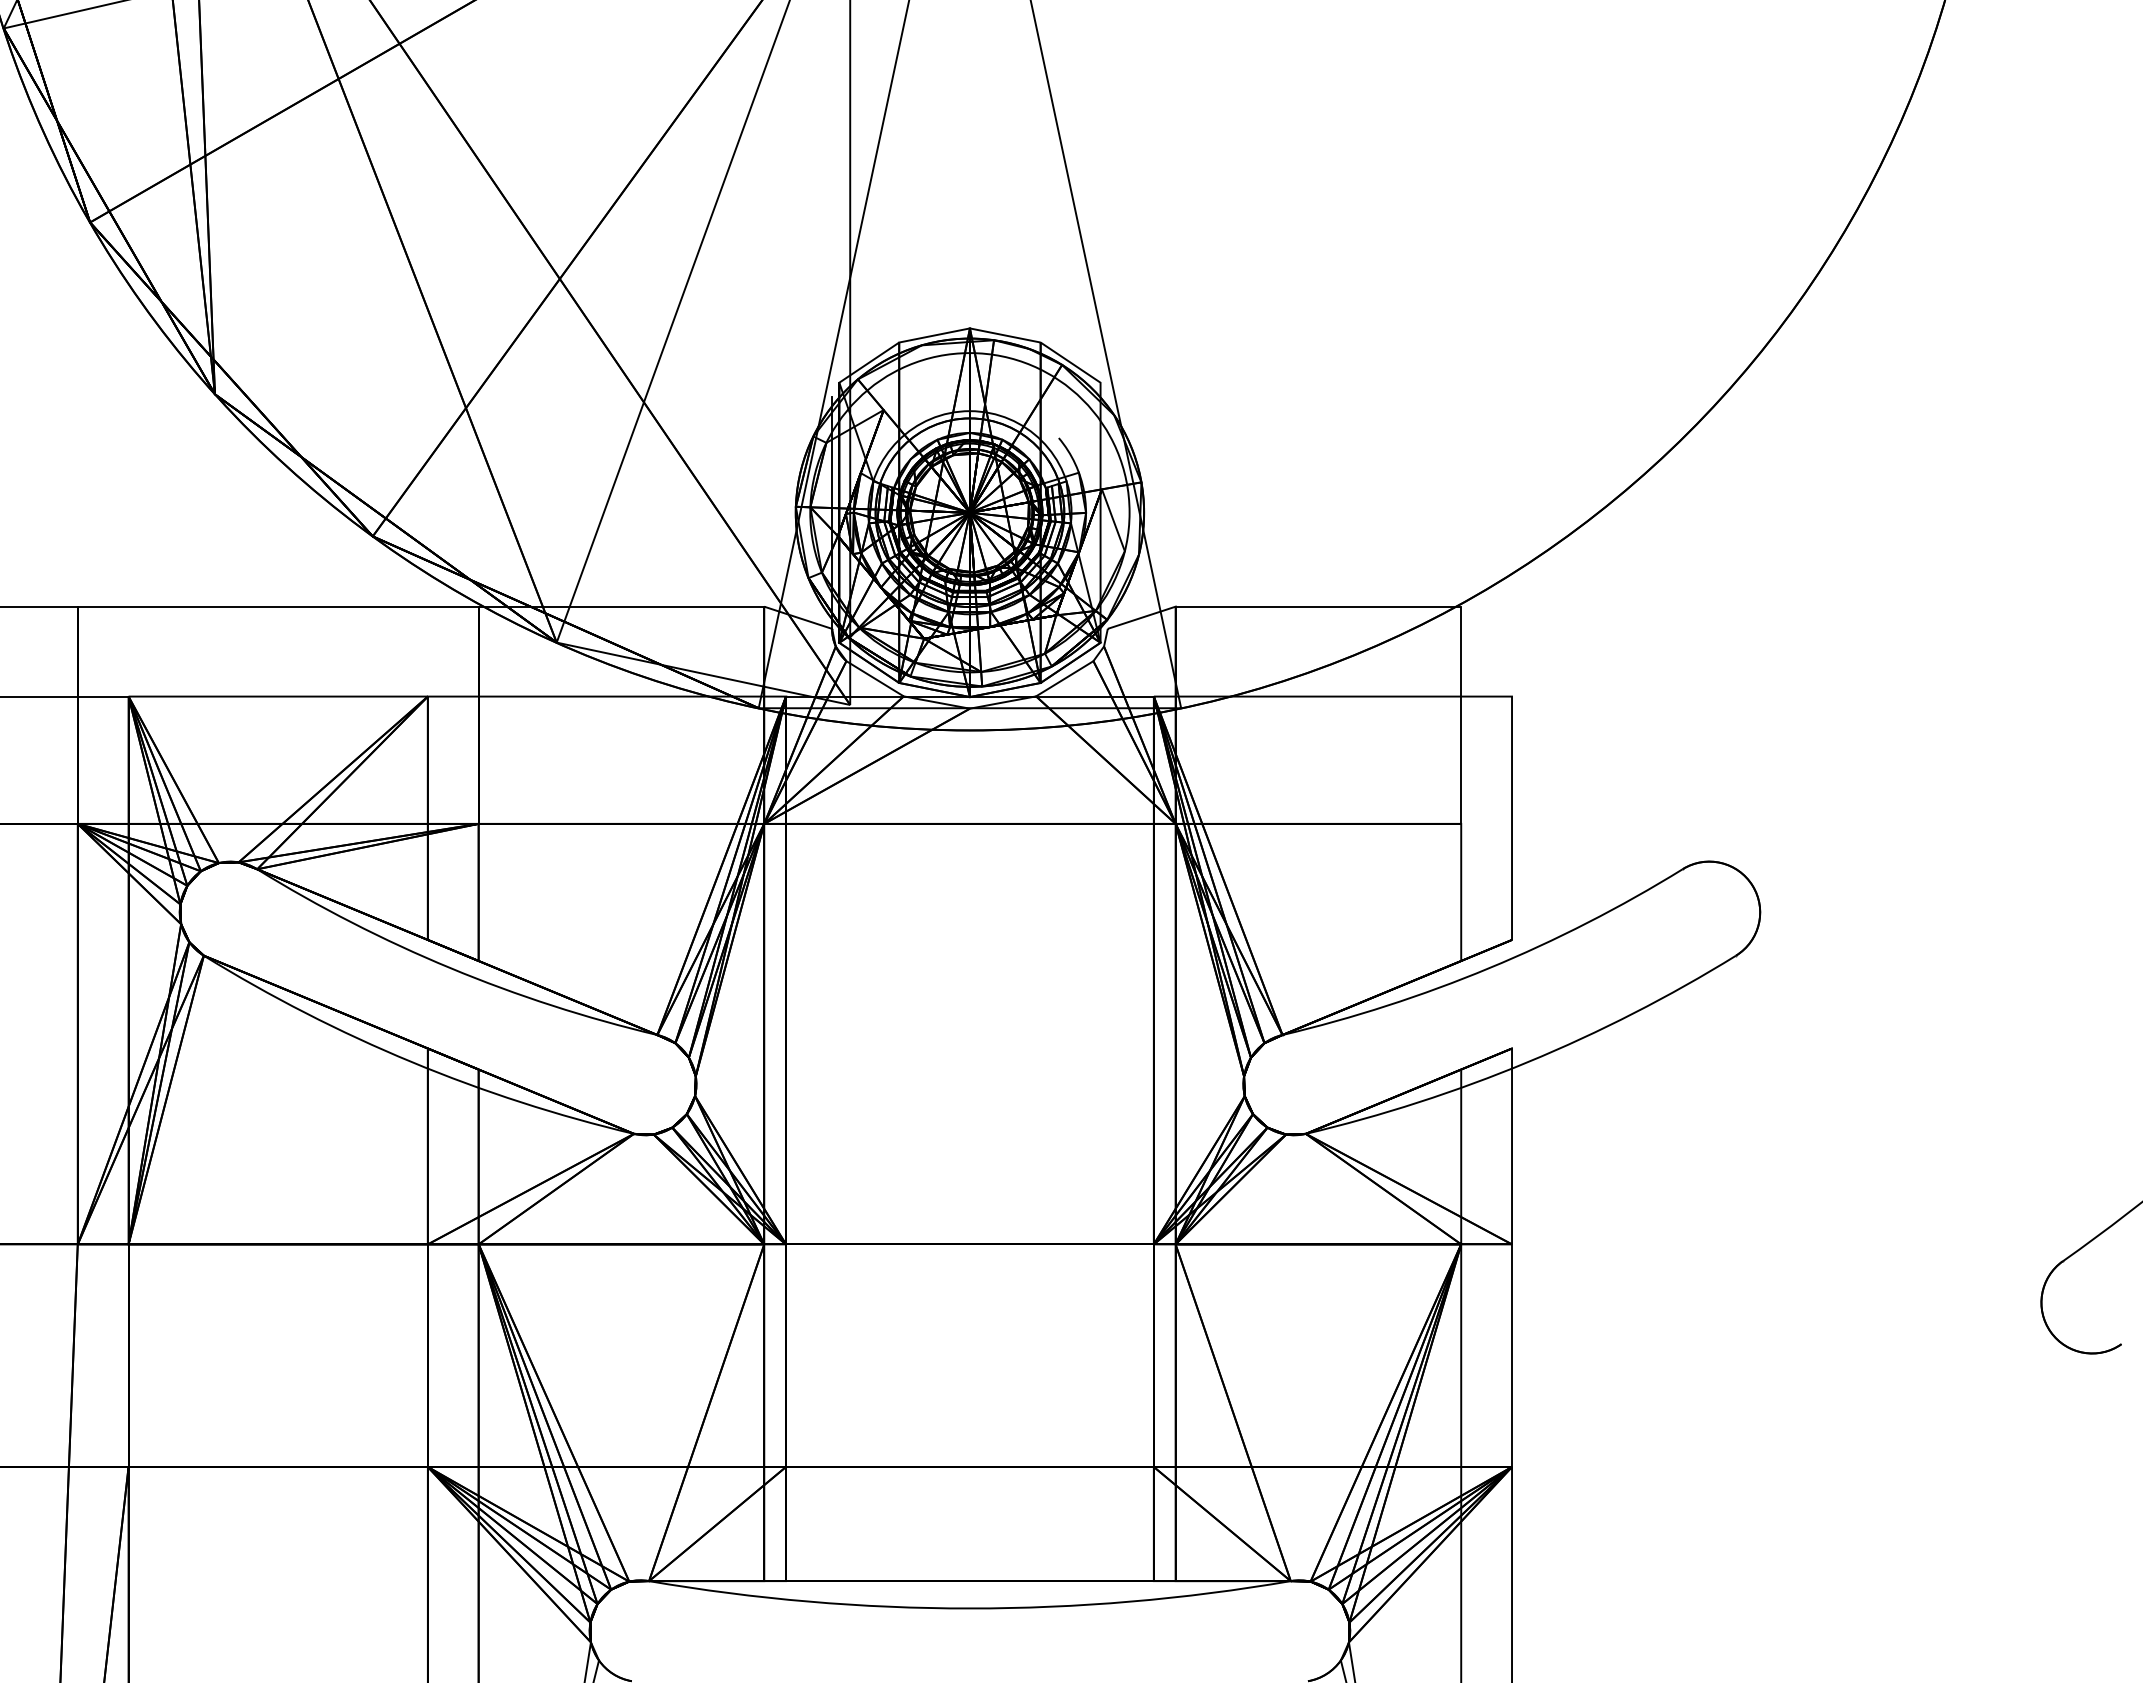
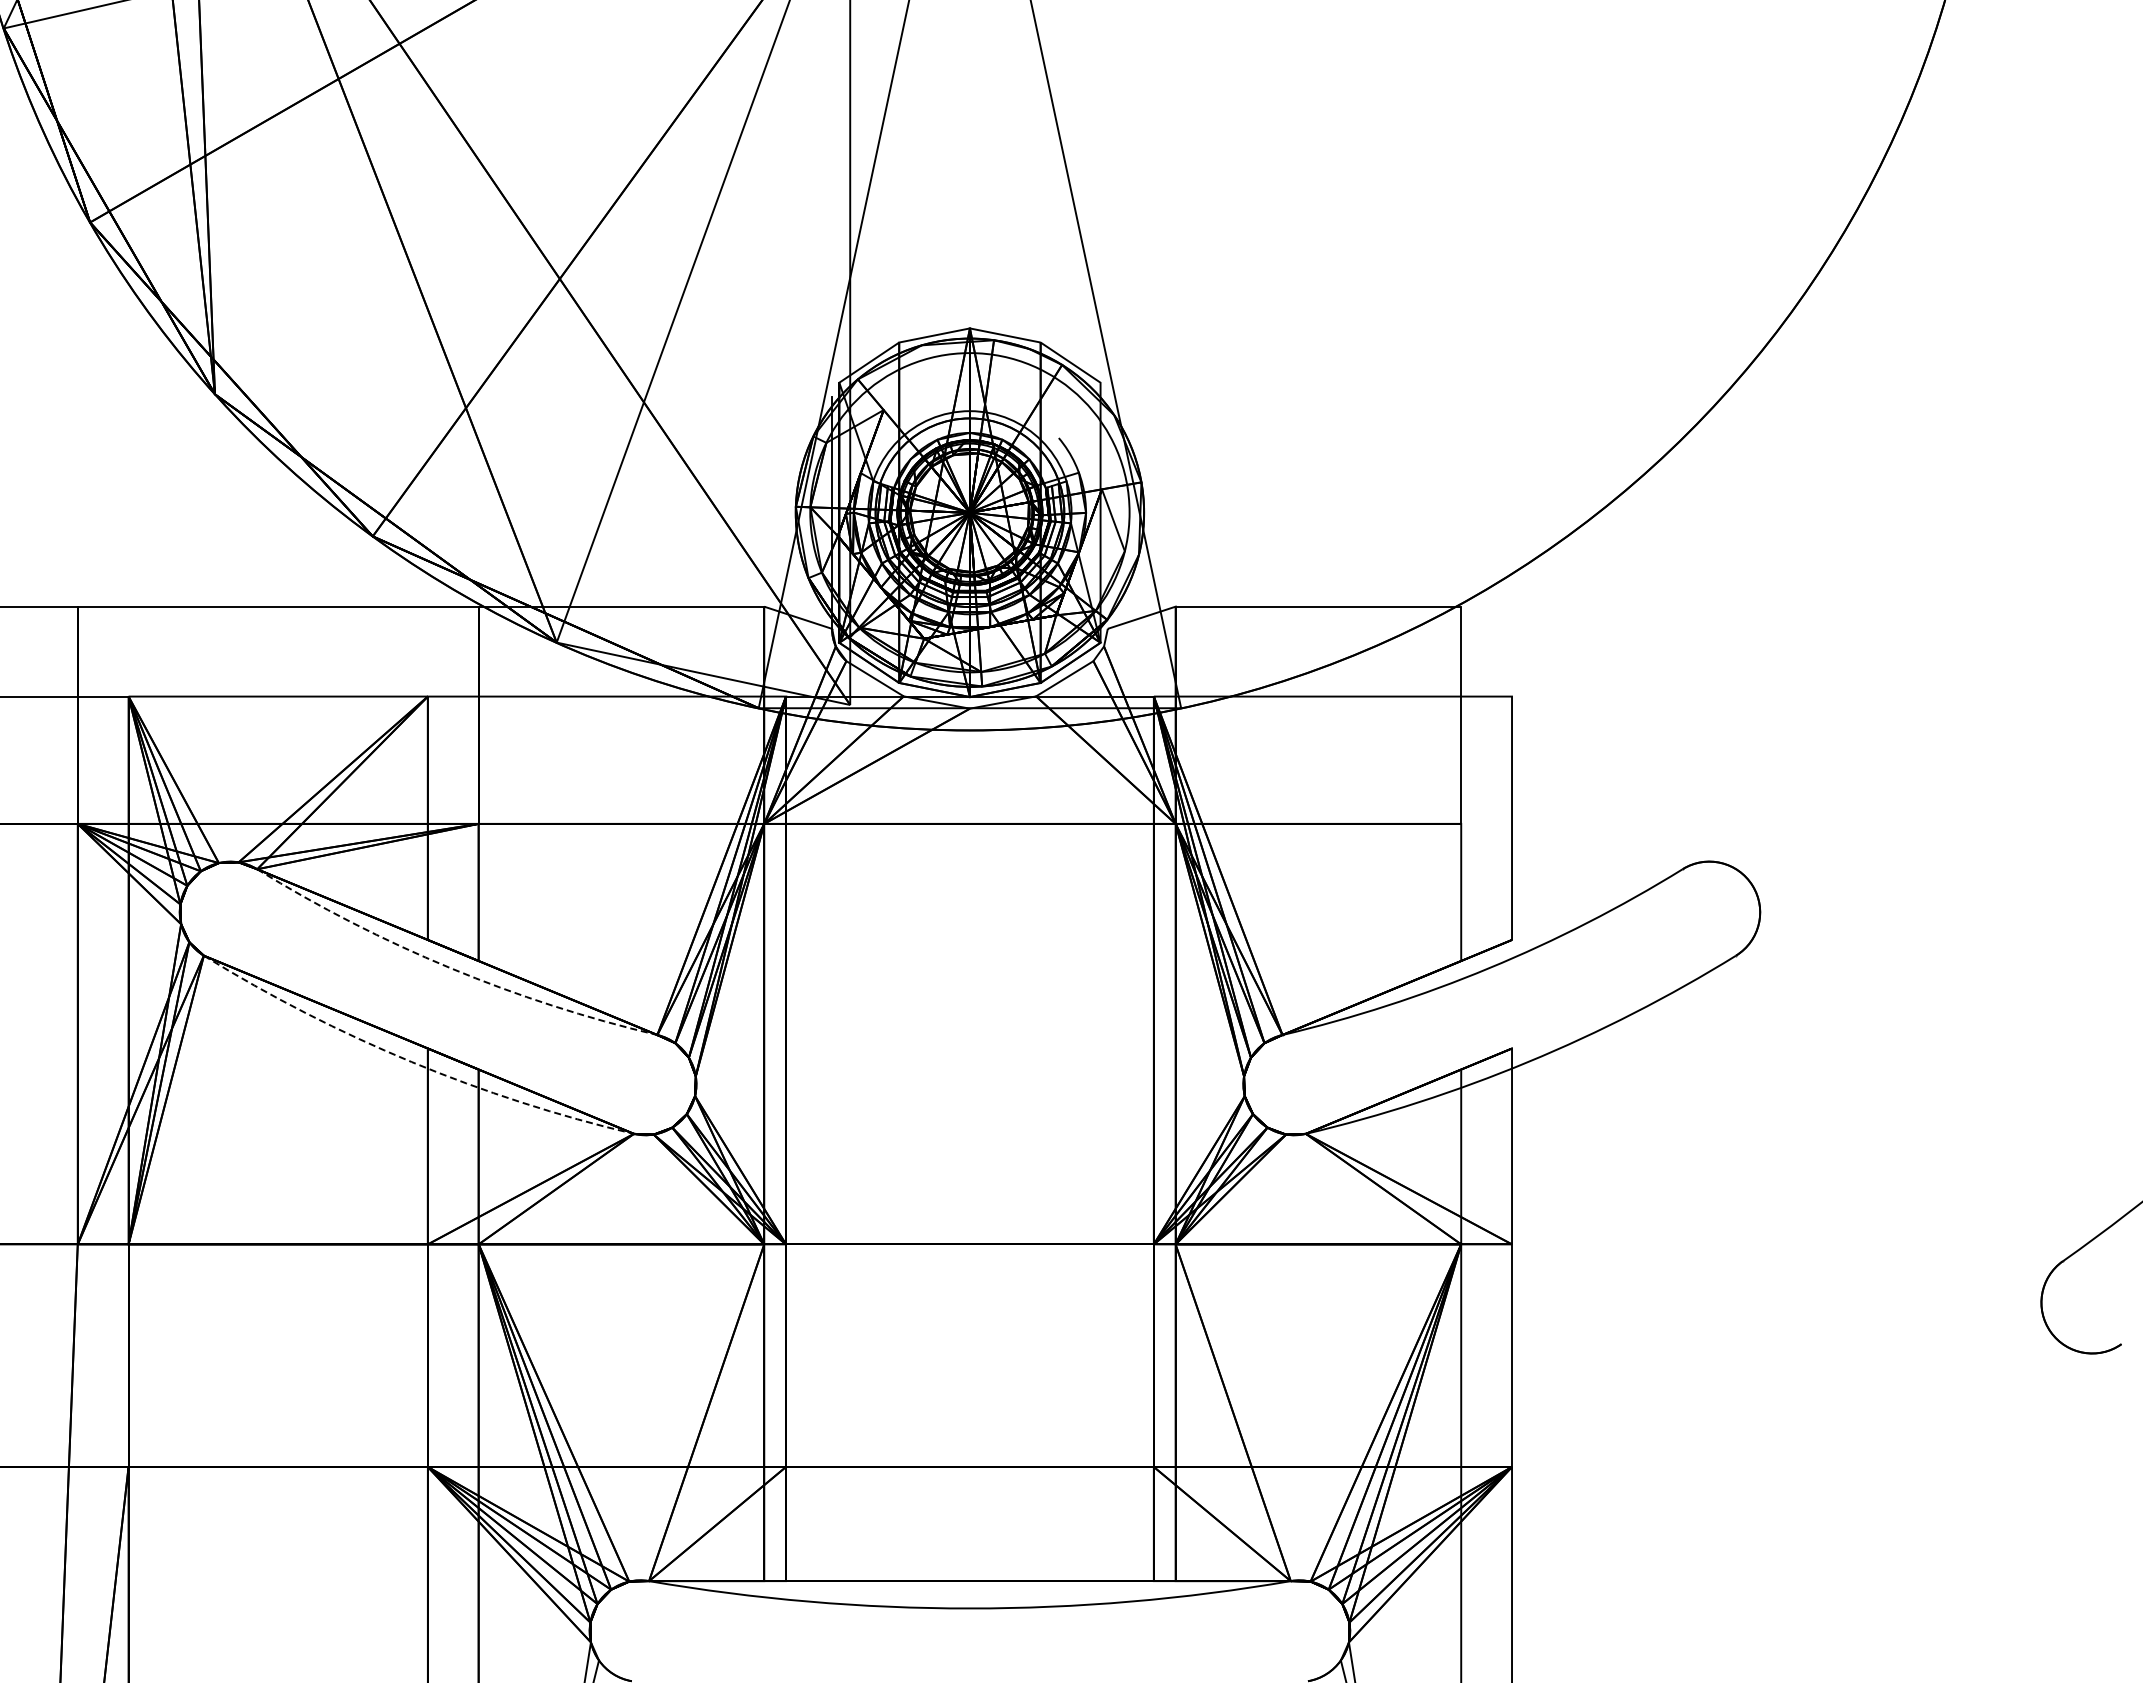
arc at (450, 968): solid -> dashed
arc at (411, 1062): solid -> dashed
